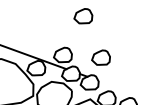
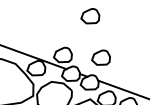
part at (83, 16) position: (83, 16) -> (90, 16)
line at (122, 89): none -> present
